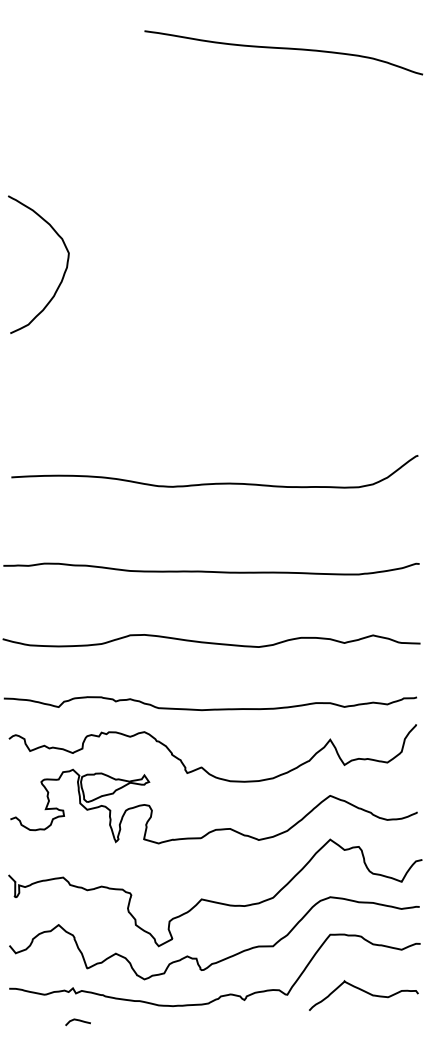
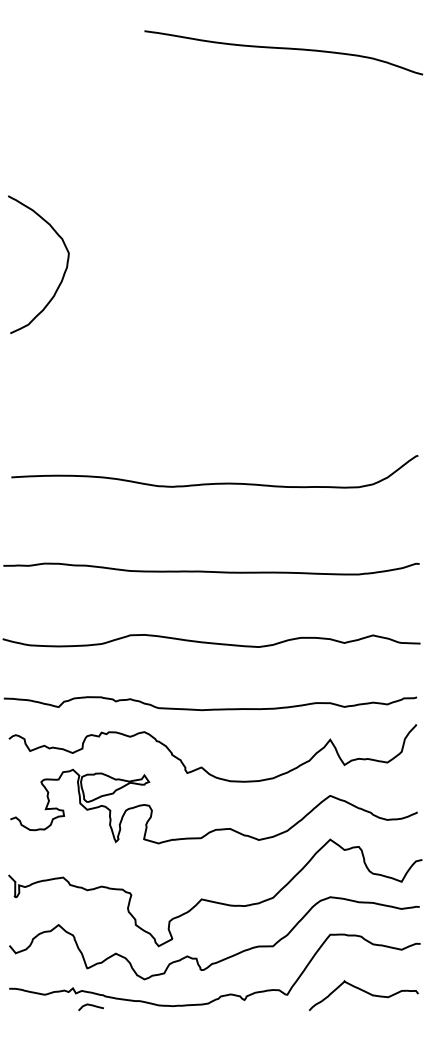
curve at (78, 1021) position: (78, 1021) -> (91, 1006)
